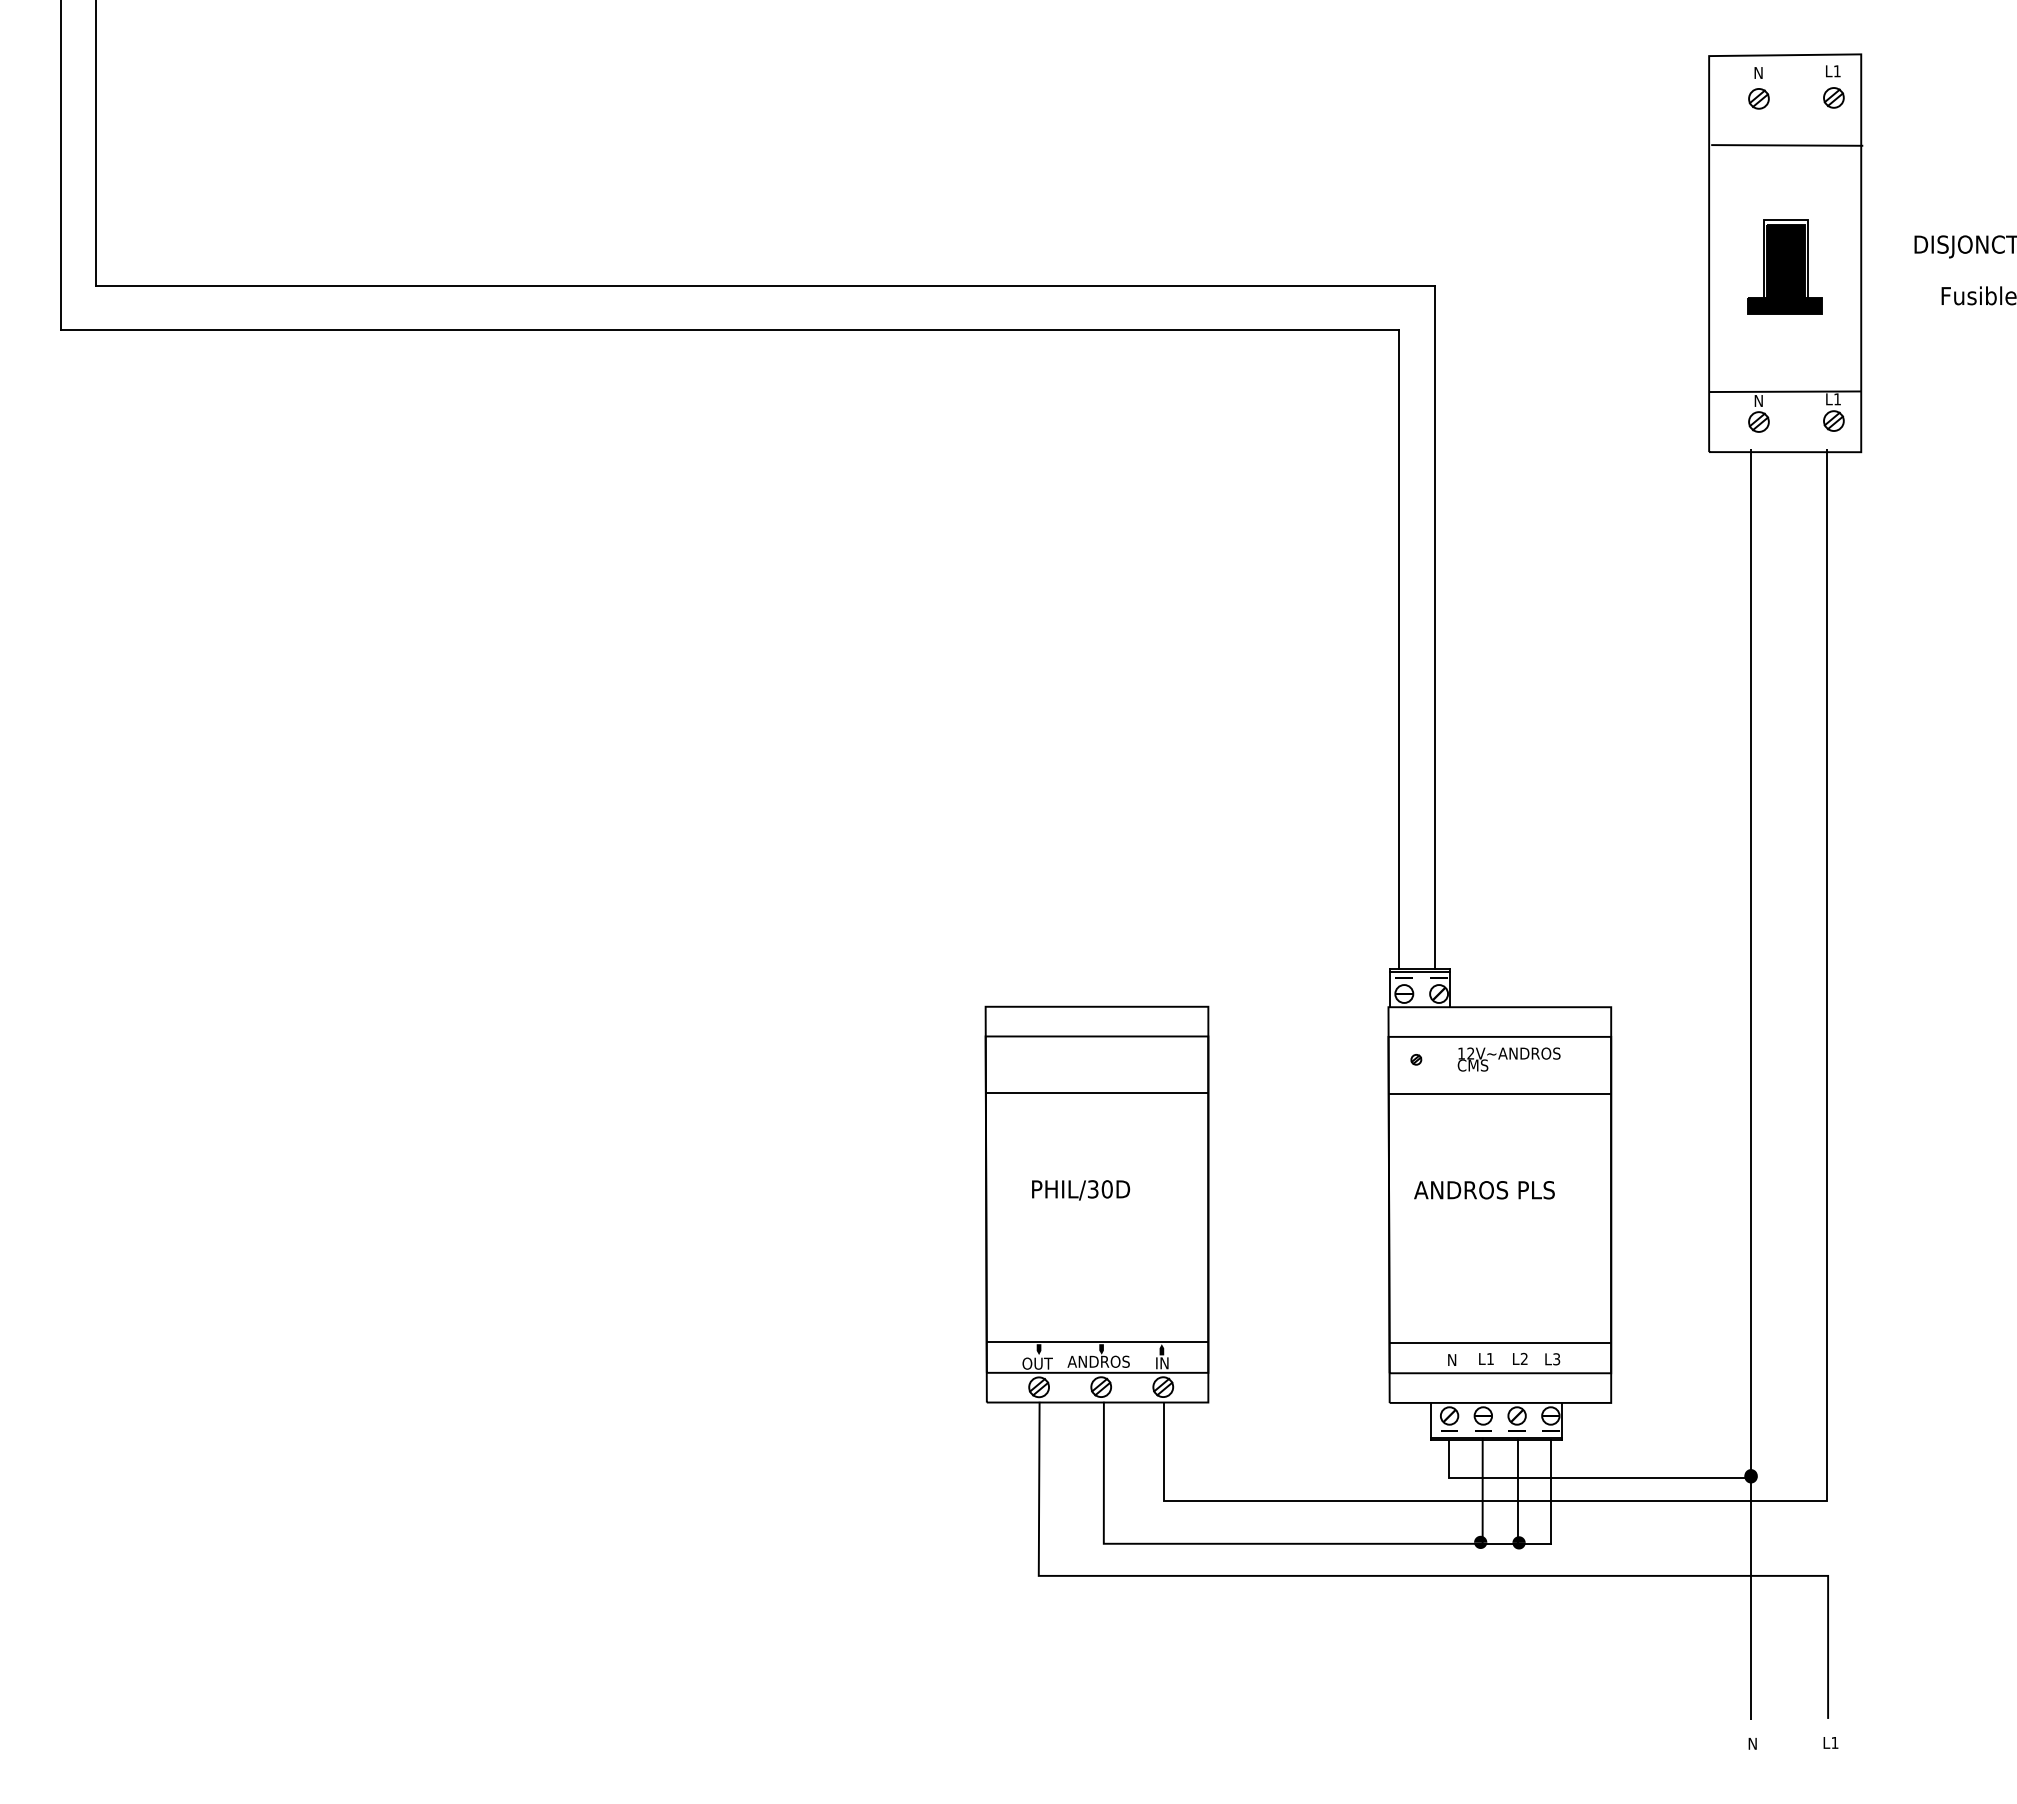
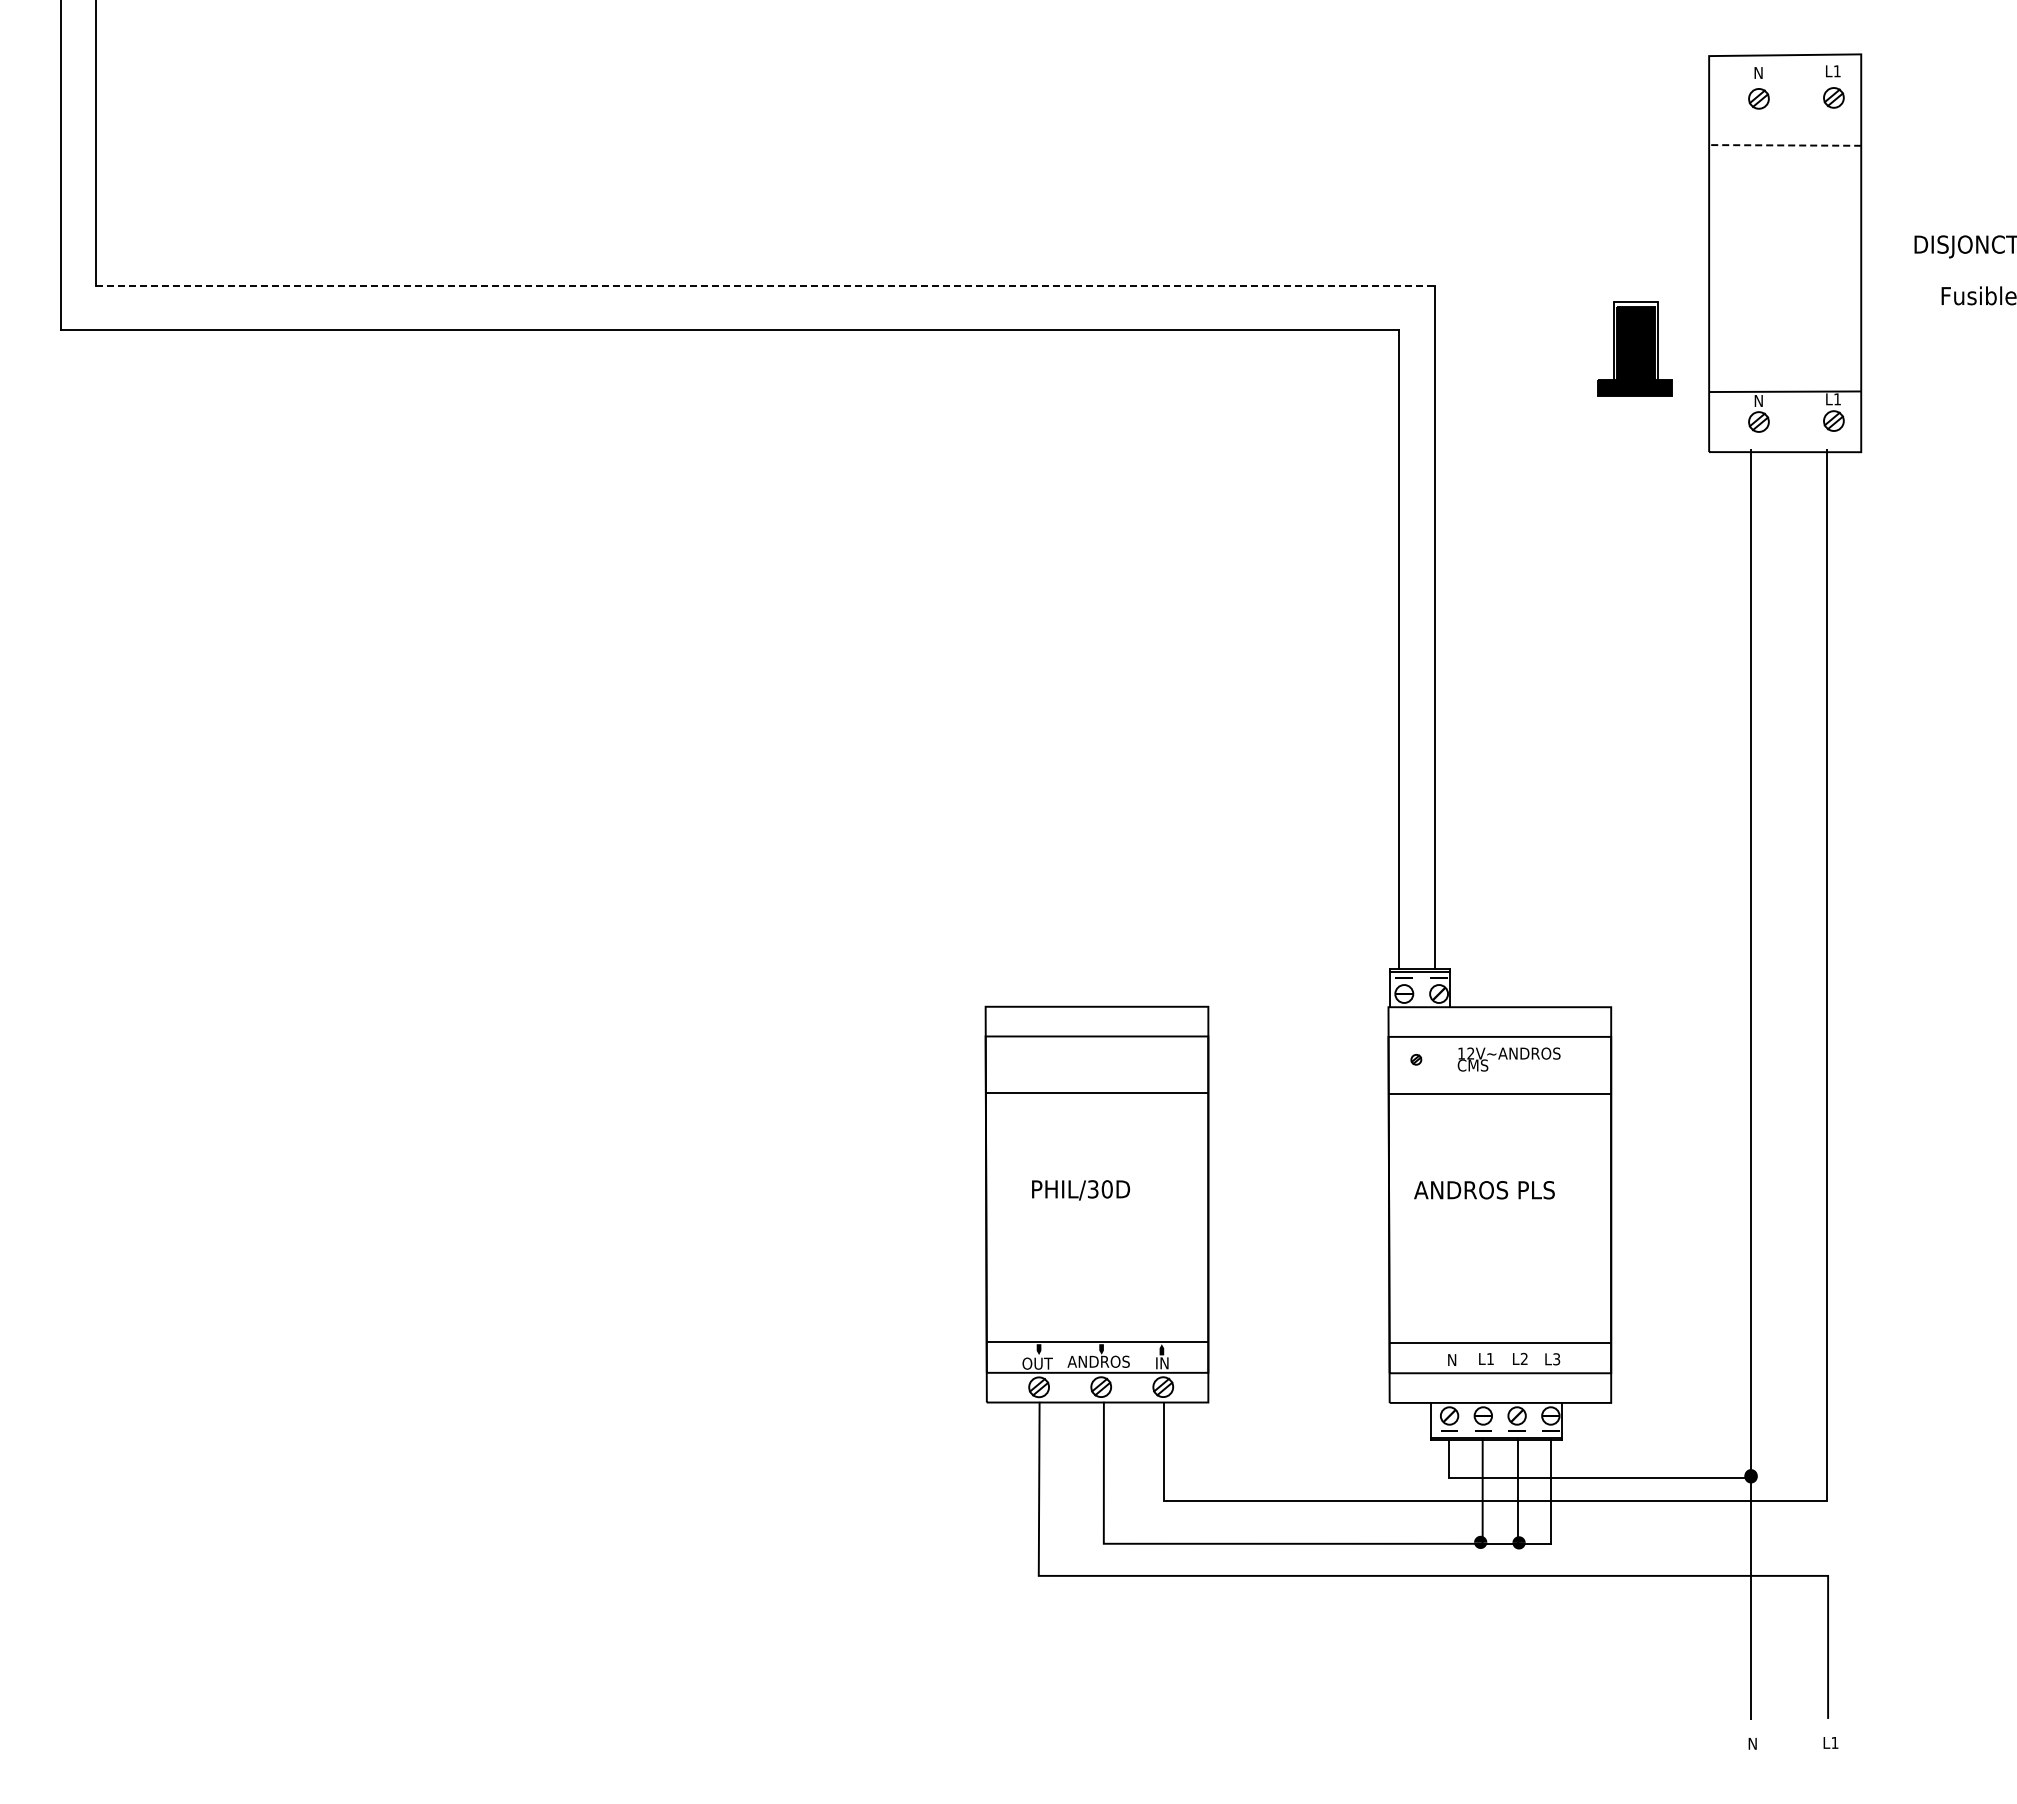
line at (1787, 145): solid -> dashed
part at (1784, 266) position: (1784, 266) -> (1634, 348)
line at (766, 285): solid -> dashed
